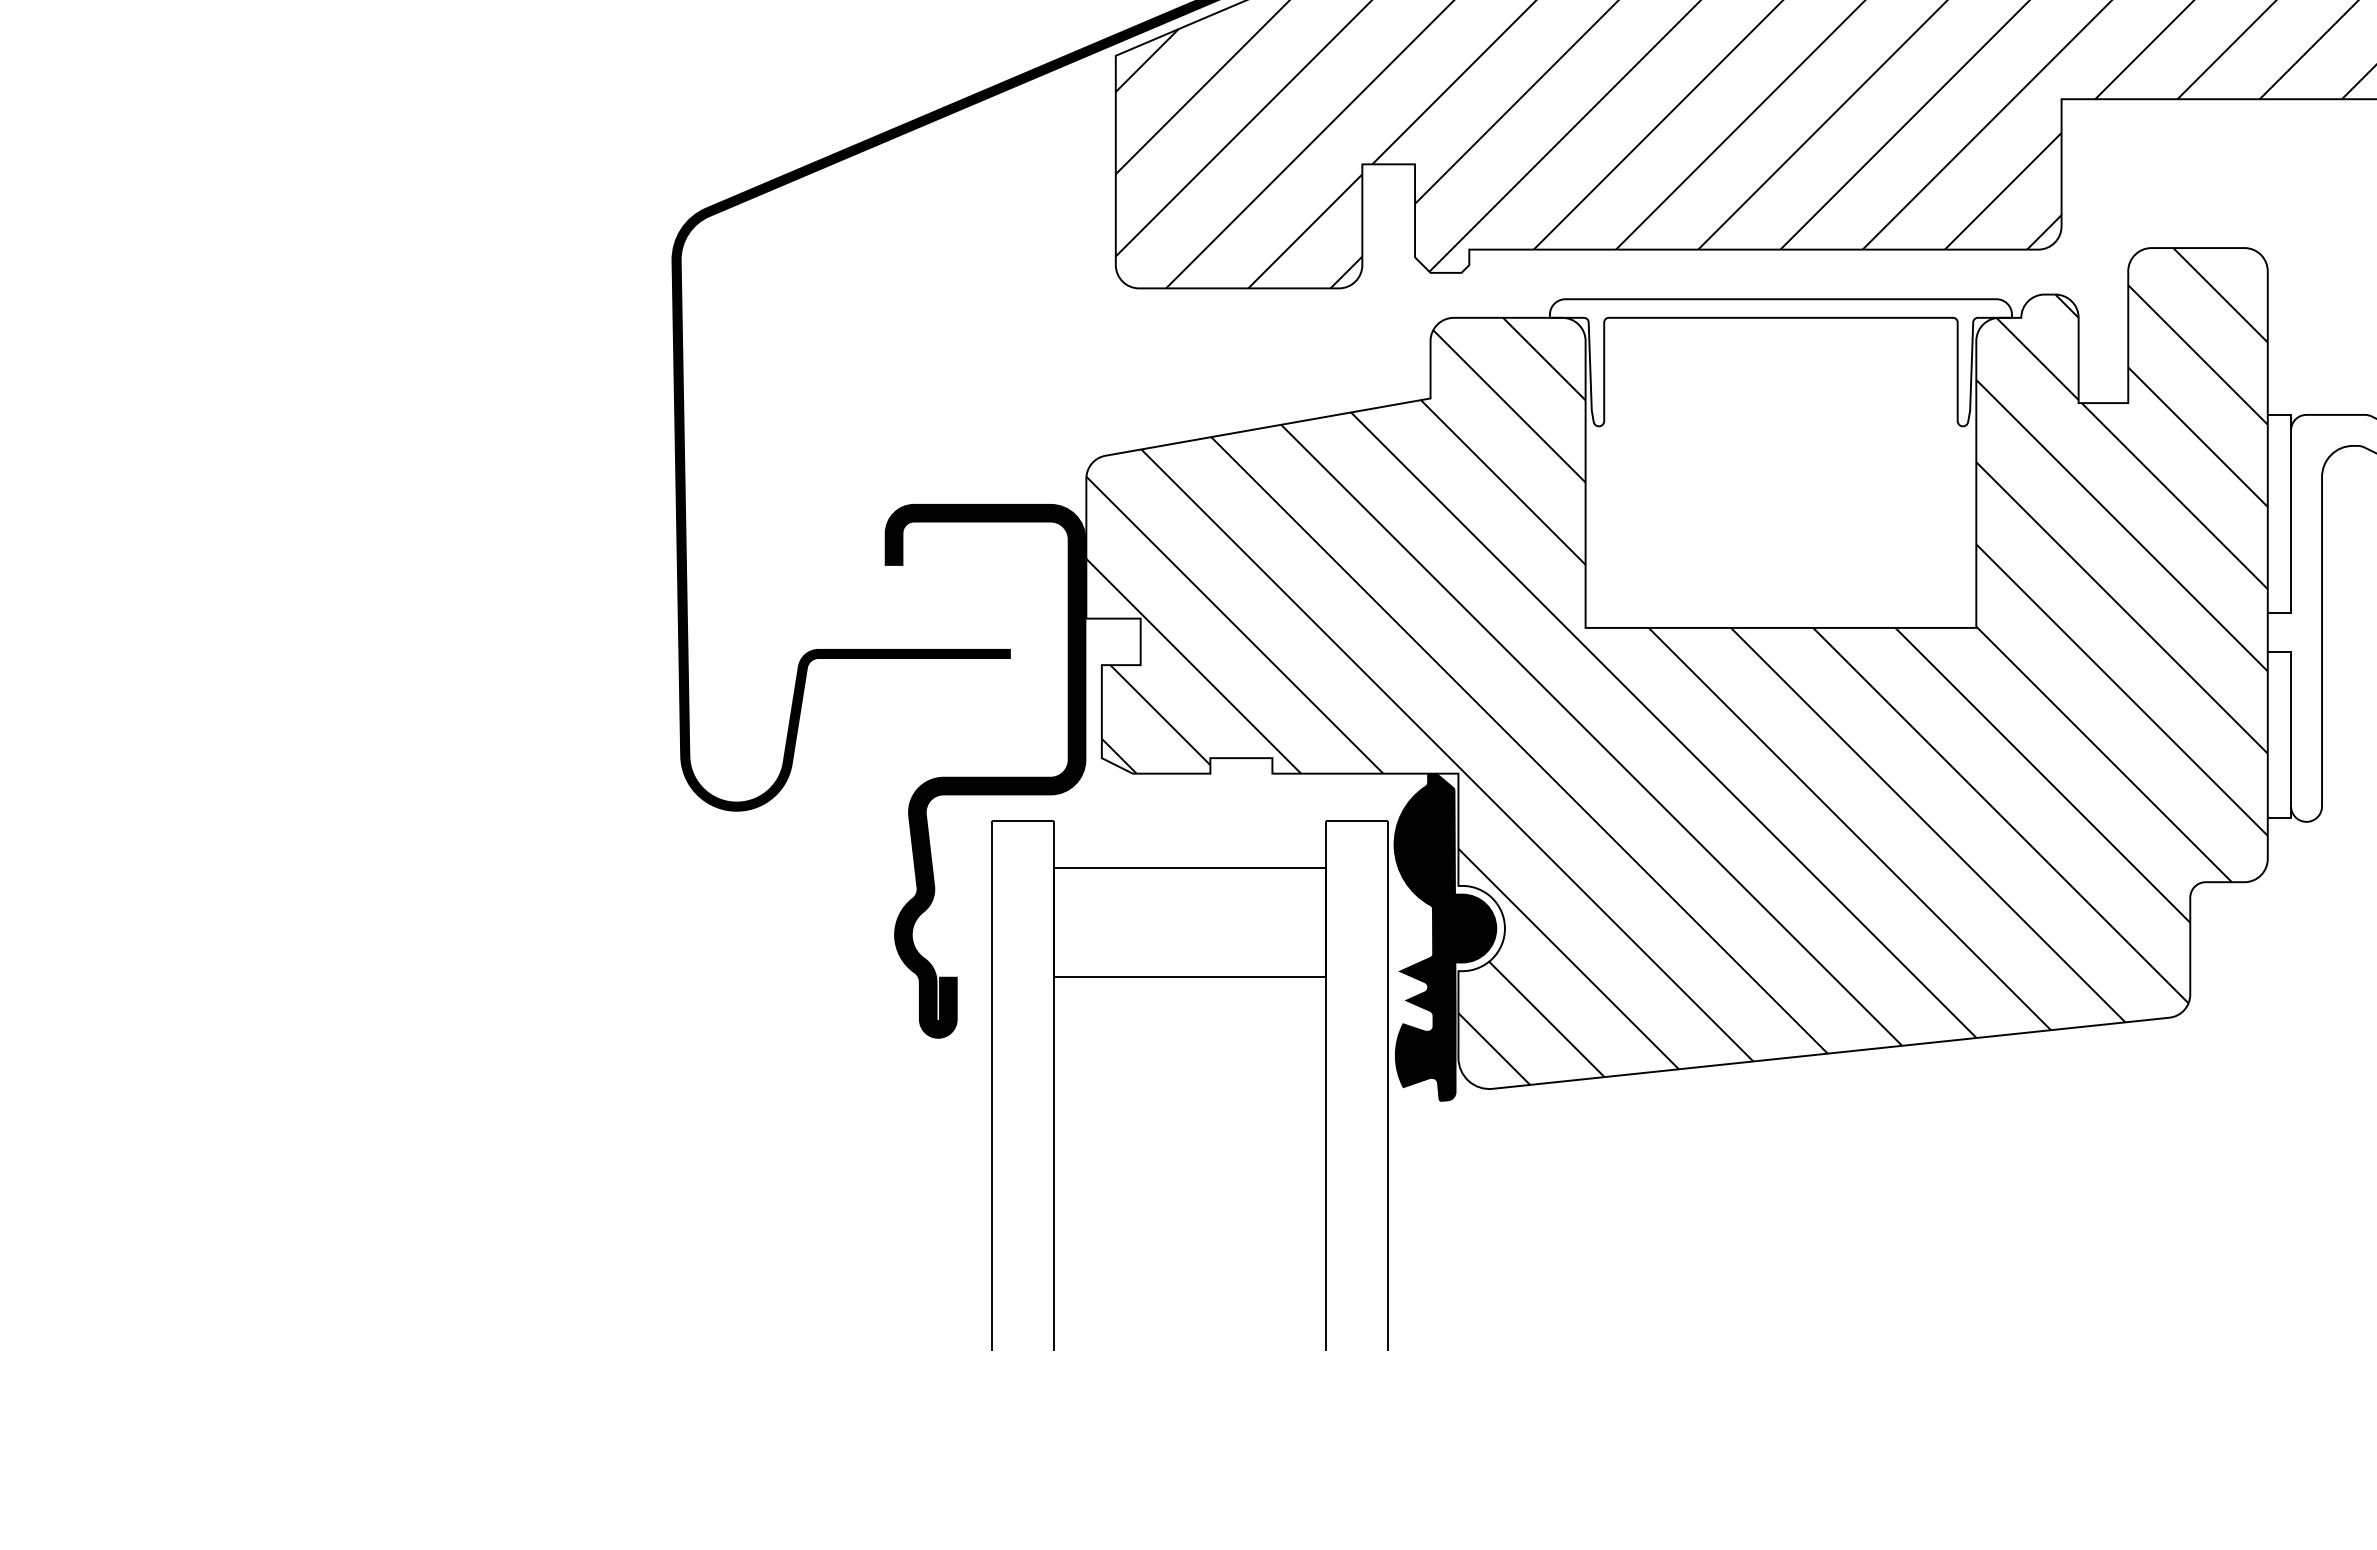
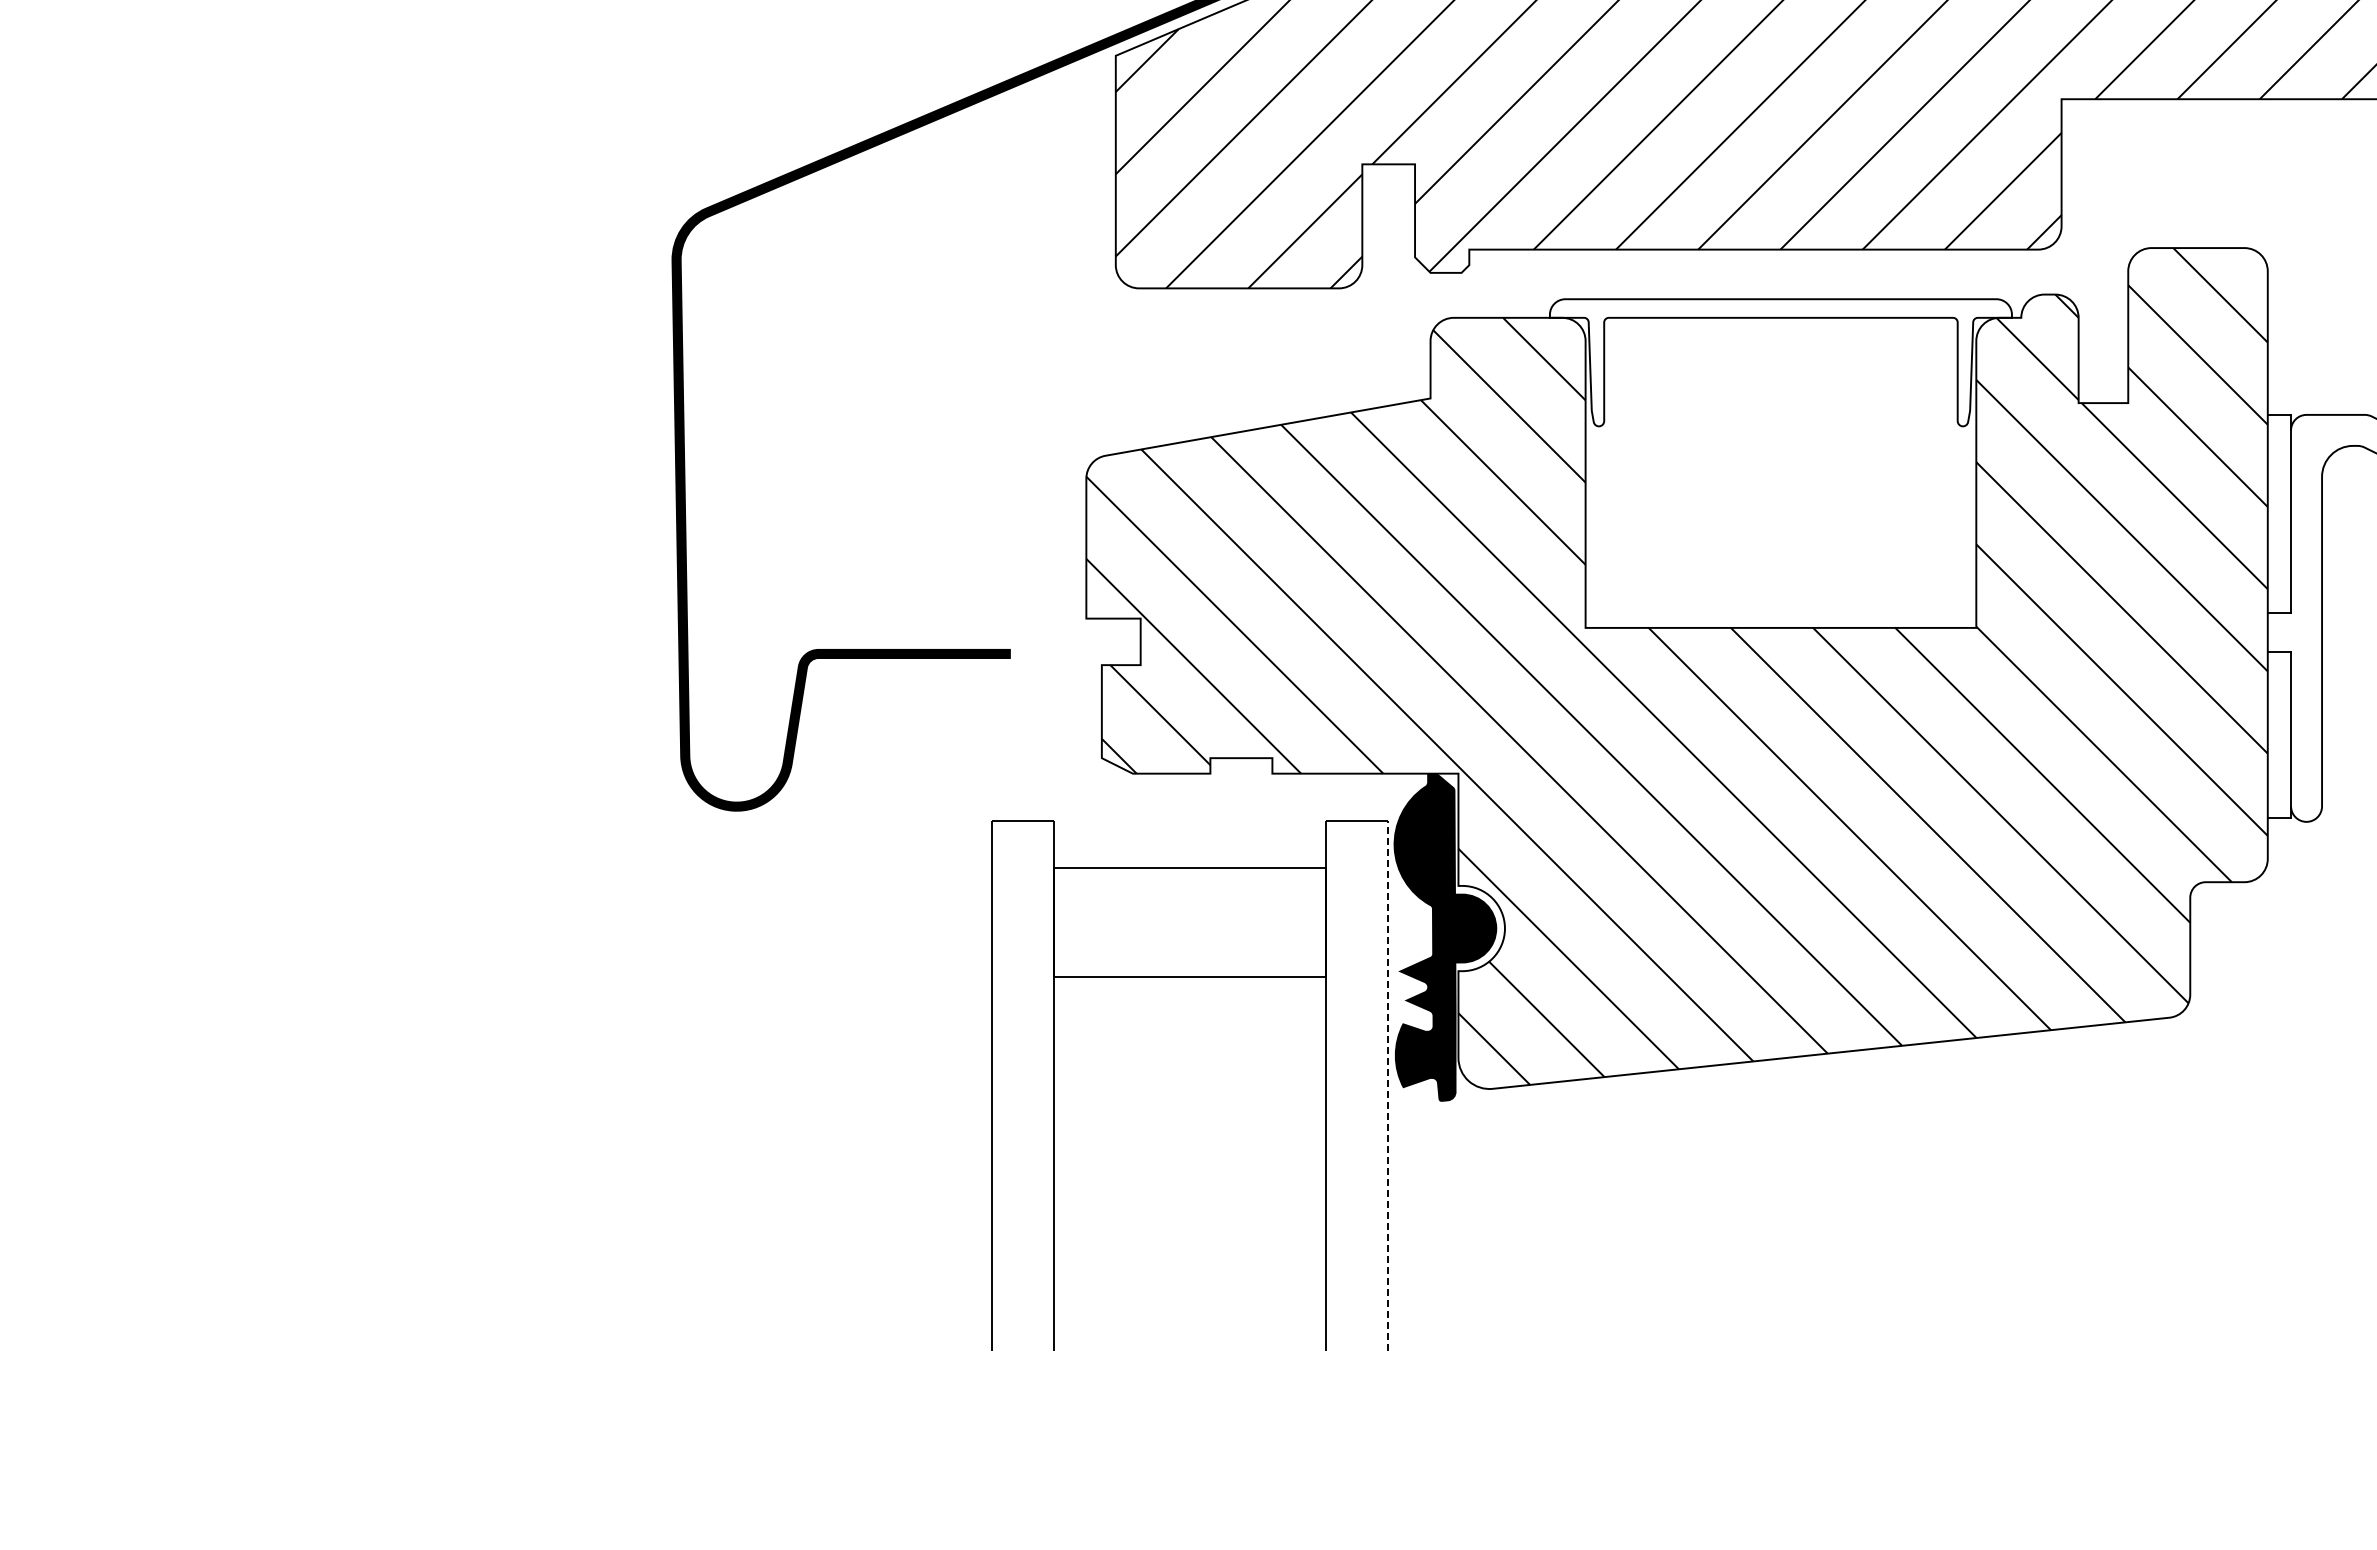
fill at (985, 770): present -> none
line at (1387, 1085): solid -> dashed
